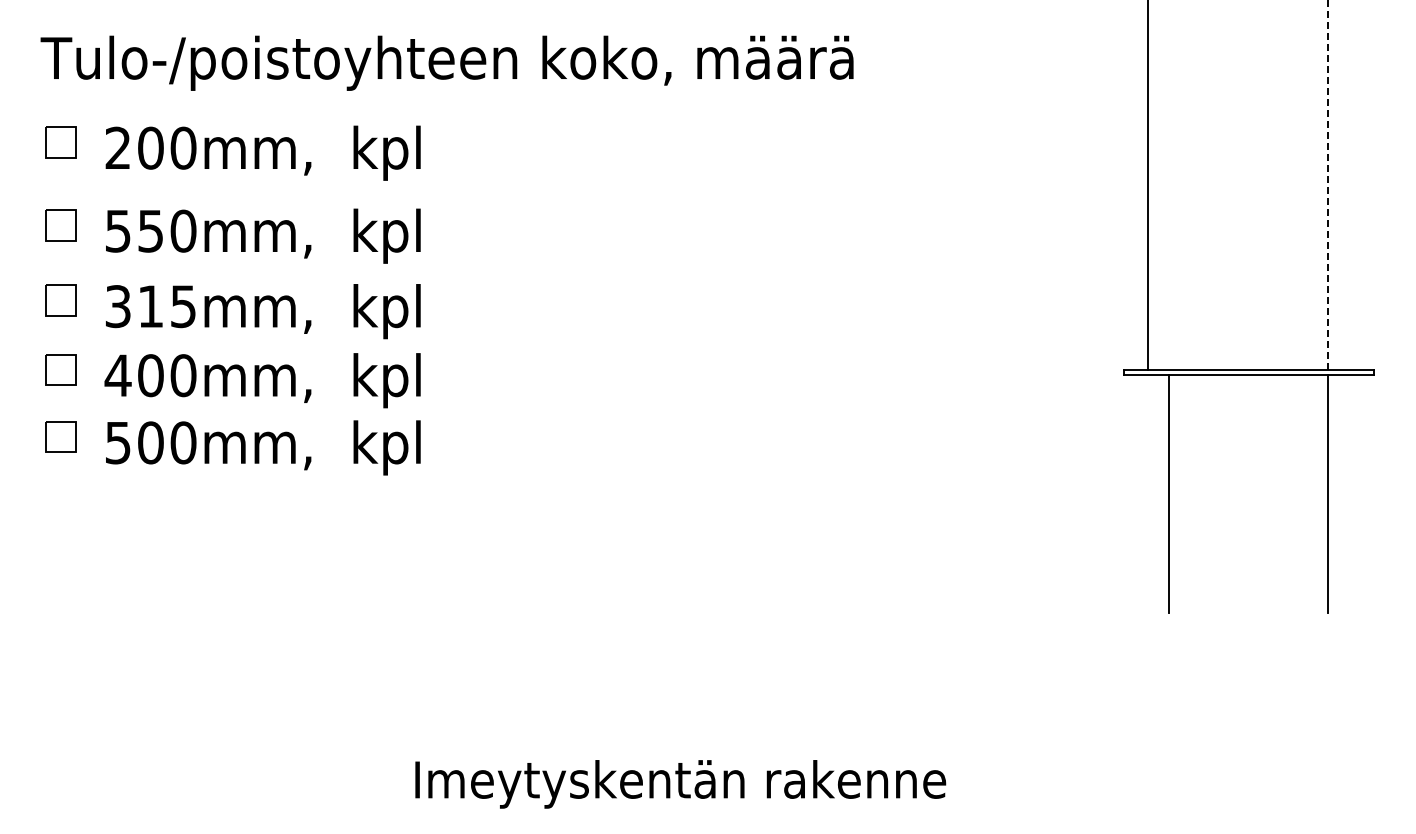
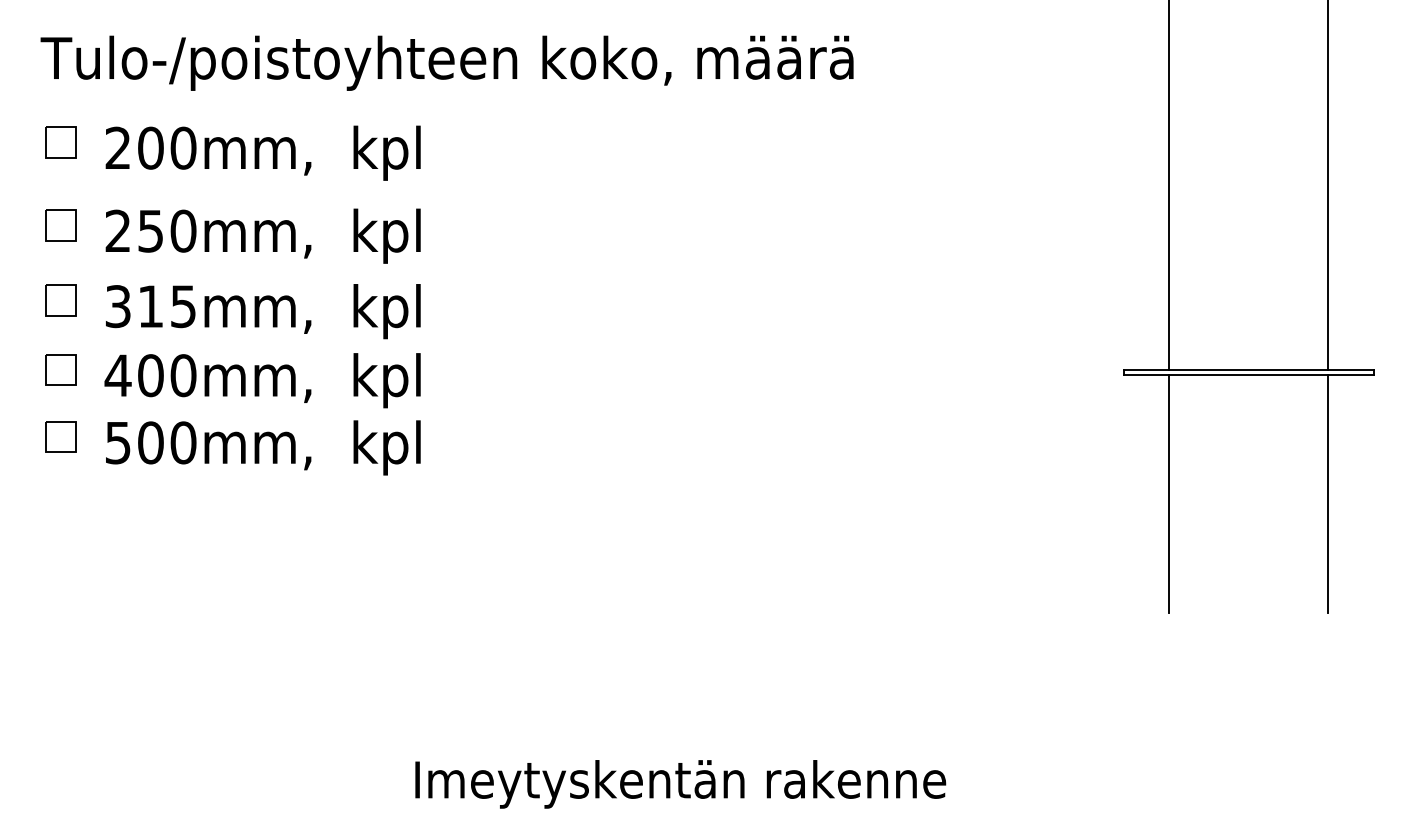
line at (1327, 185): dashed -> solid
line at (1148, 186) position: (1148, 186) -> (1169, 186)
text at (117, 230): 550mm, -> 250mm,
